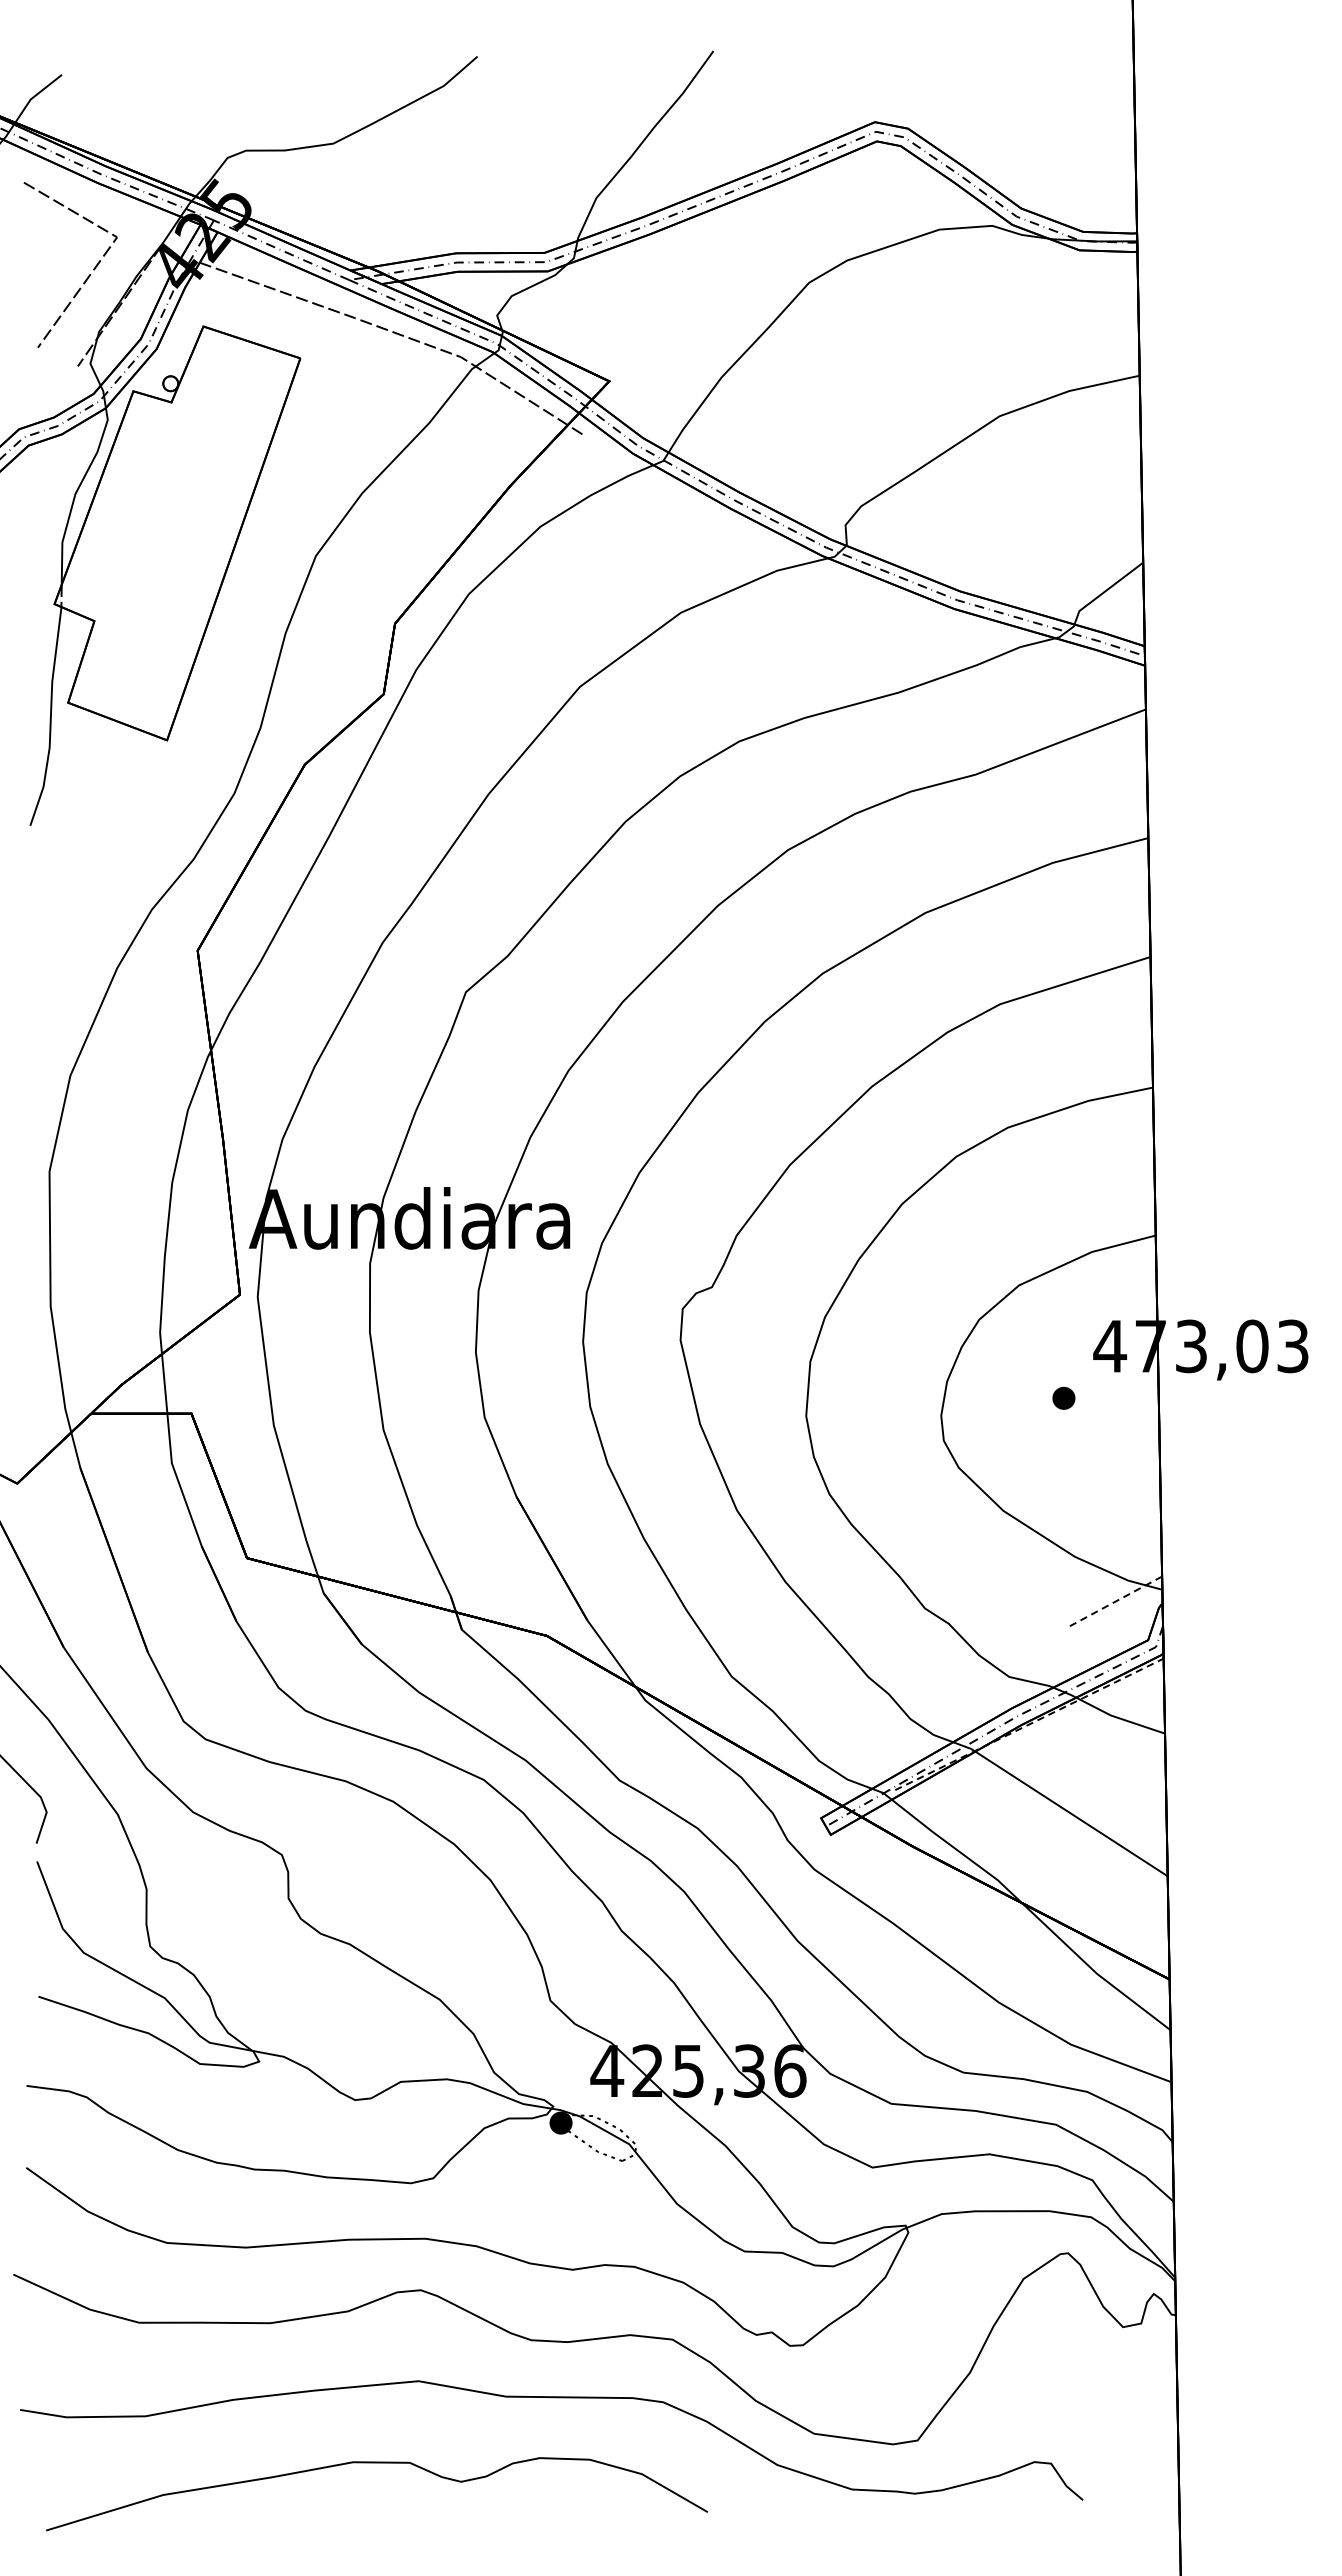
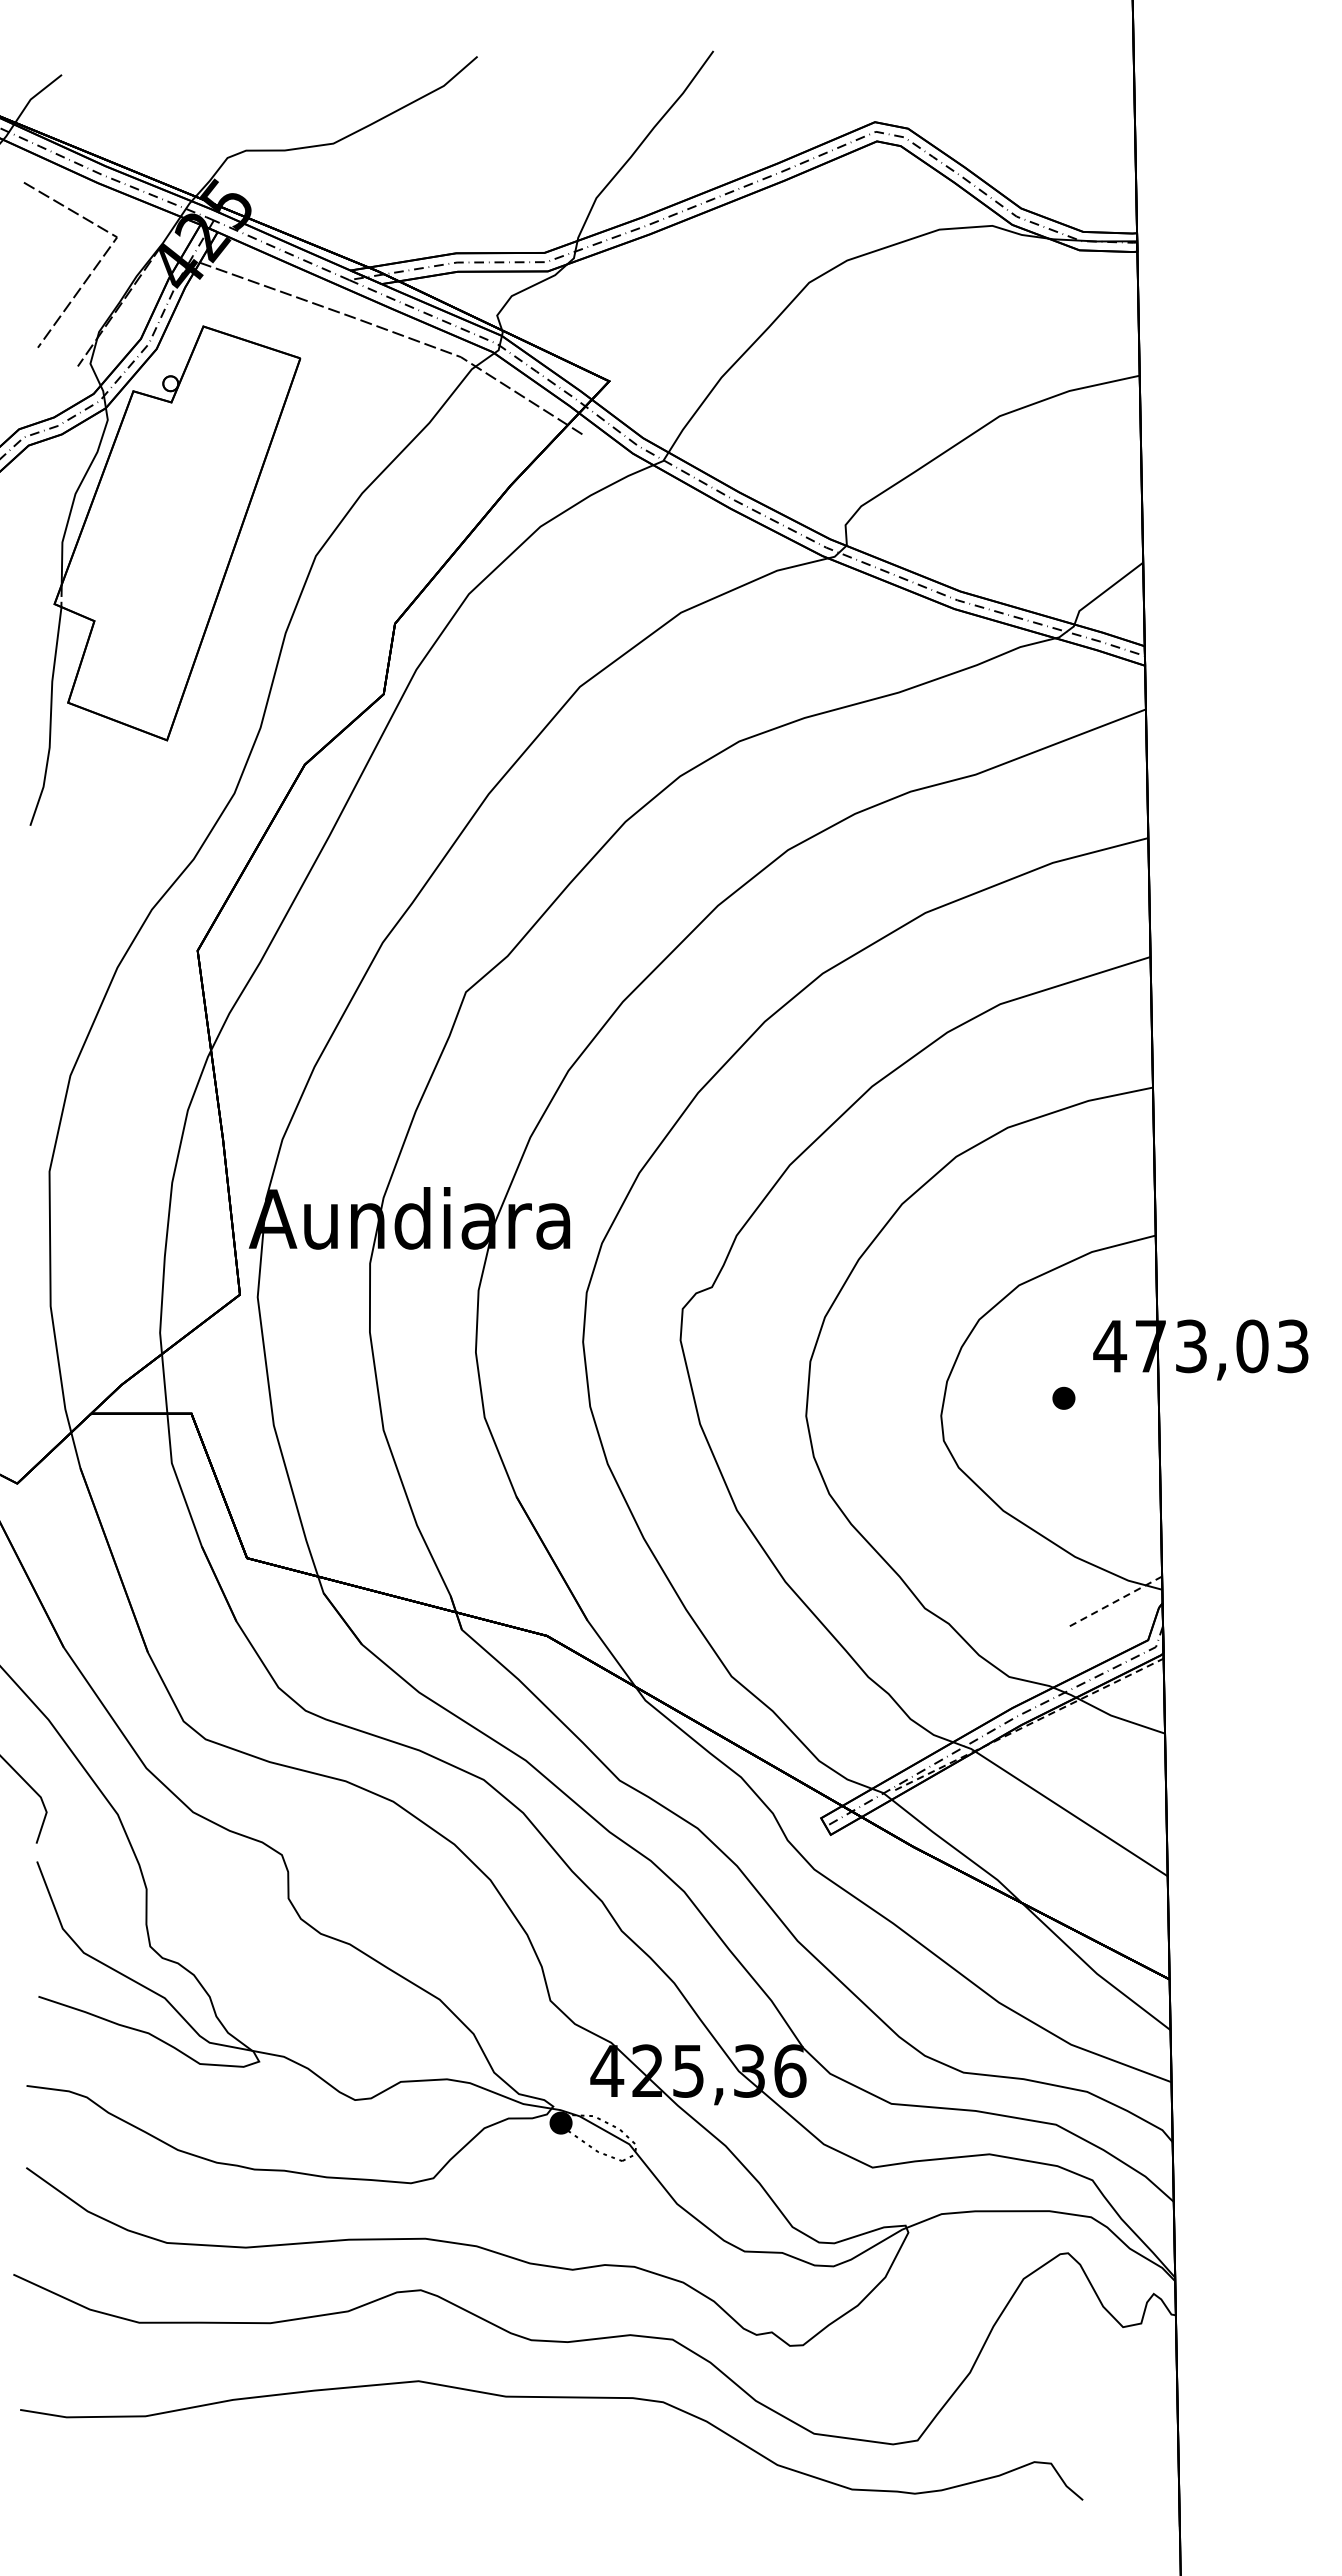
curve at (377, 2463): present -> none
